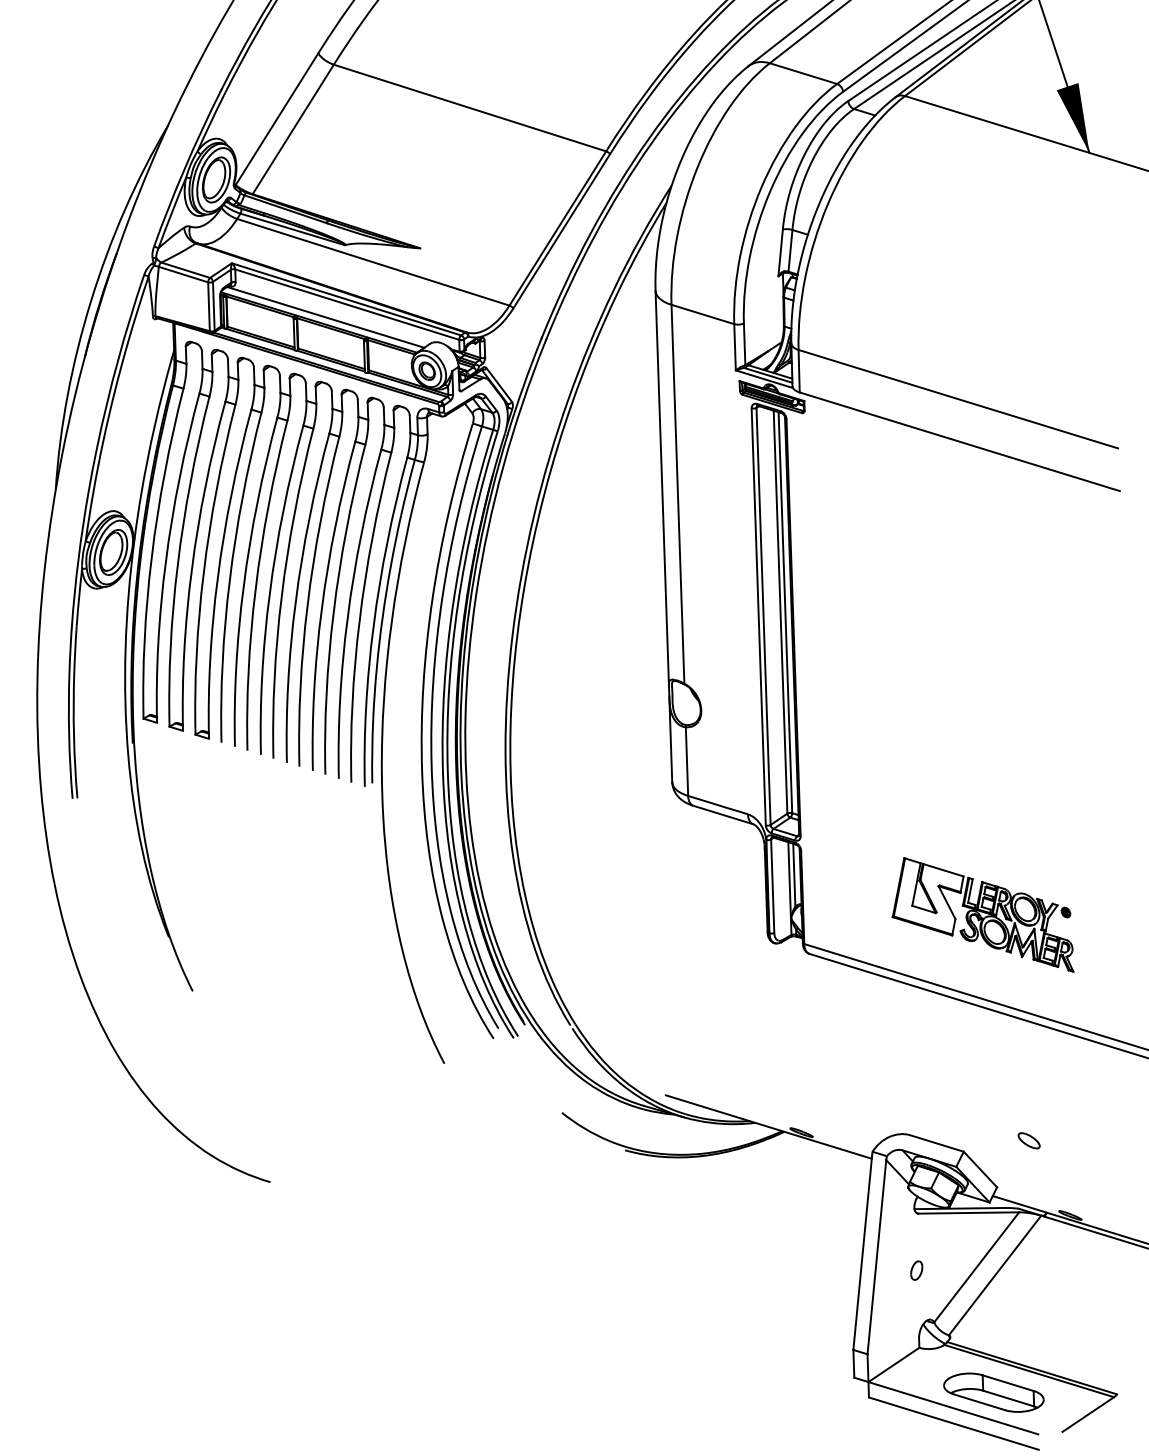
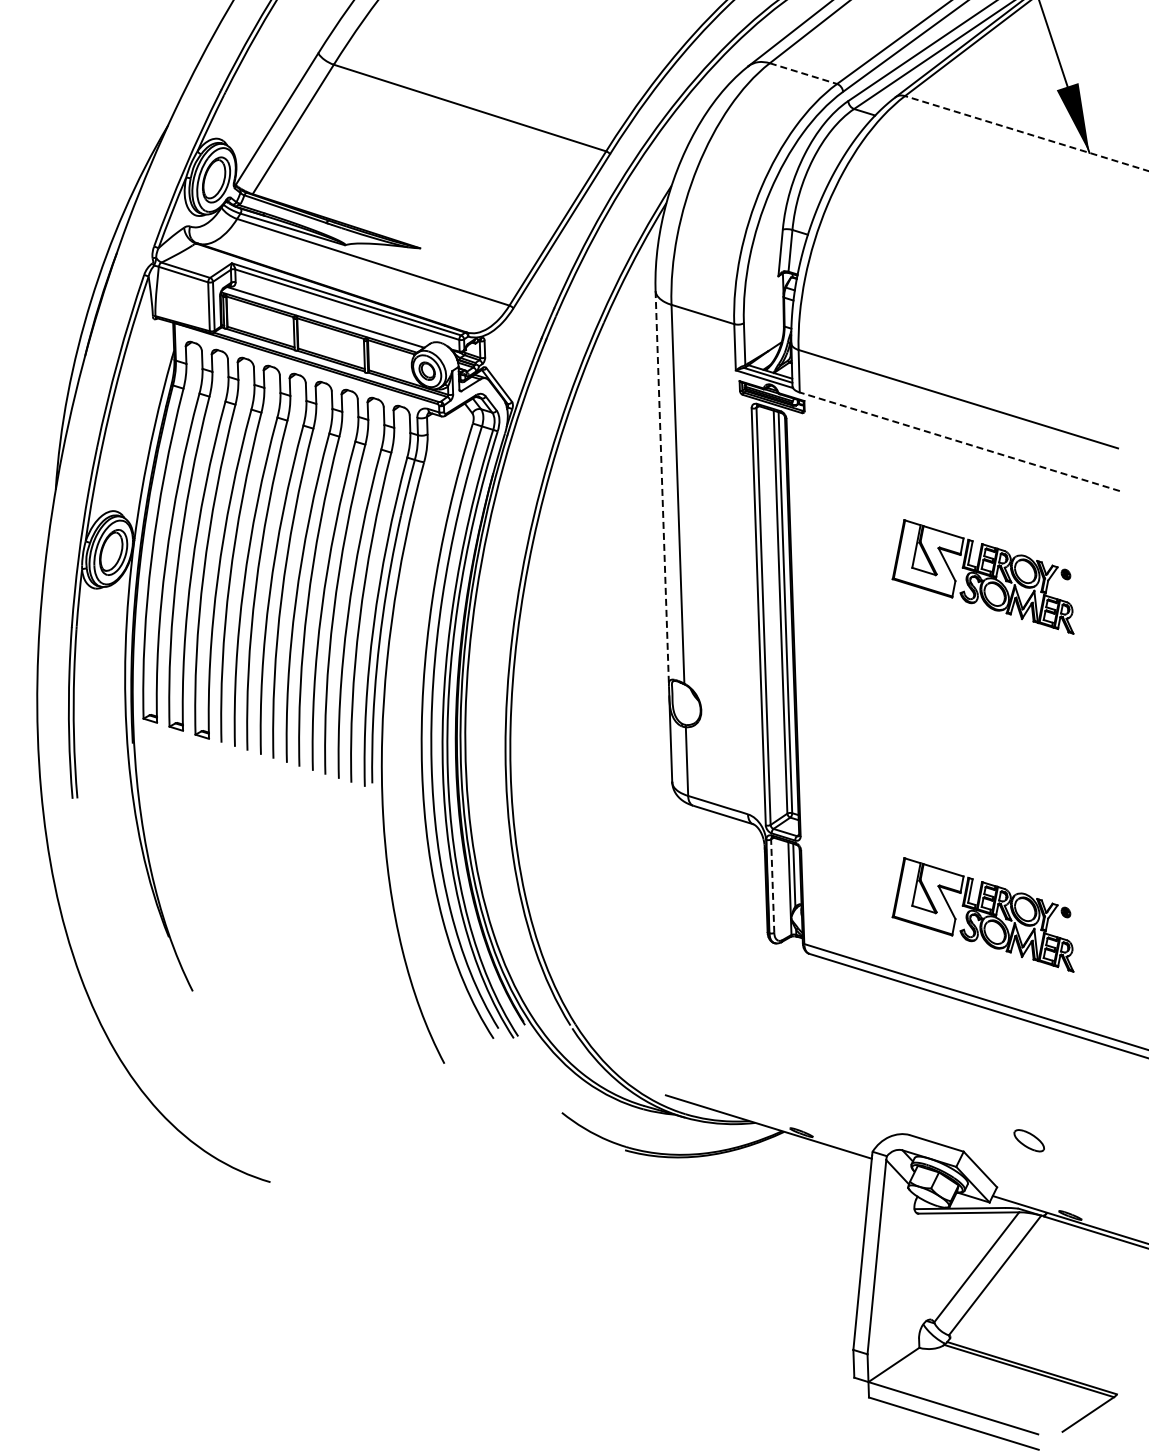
line at (803, 73): solid -> dashed
line at (1026, 133): solid -> dashed
line at (959, 441): solid -> dashed
line at (662, 489): solid -> dashed
part at (982, 576): none -> present
line at (772, 886): solid -> dashed
part at (1028, 1140) size: 24x18 px -> 32x24 px
part at (916, 1270): present -> none
part at (993, 1392): present -> none
